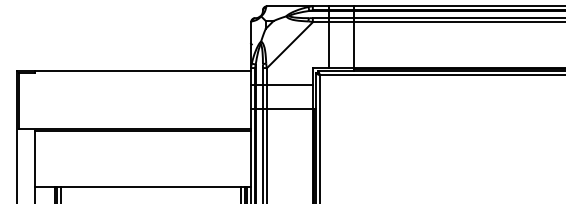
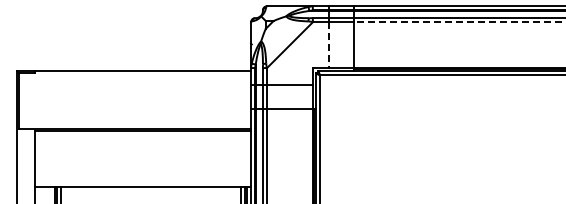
line at (459, 22): solid -> dashed
line at (329, 45): solid -> dashed
